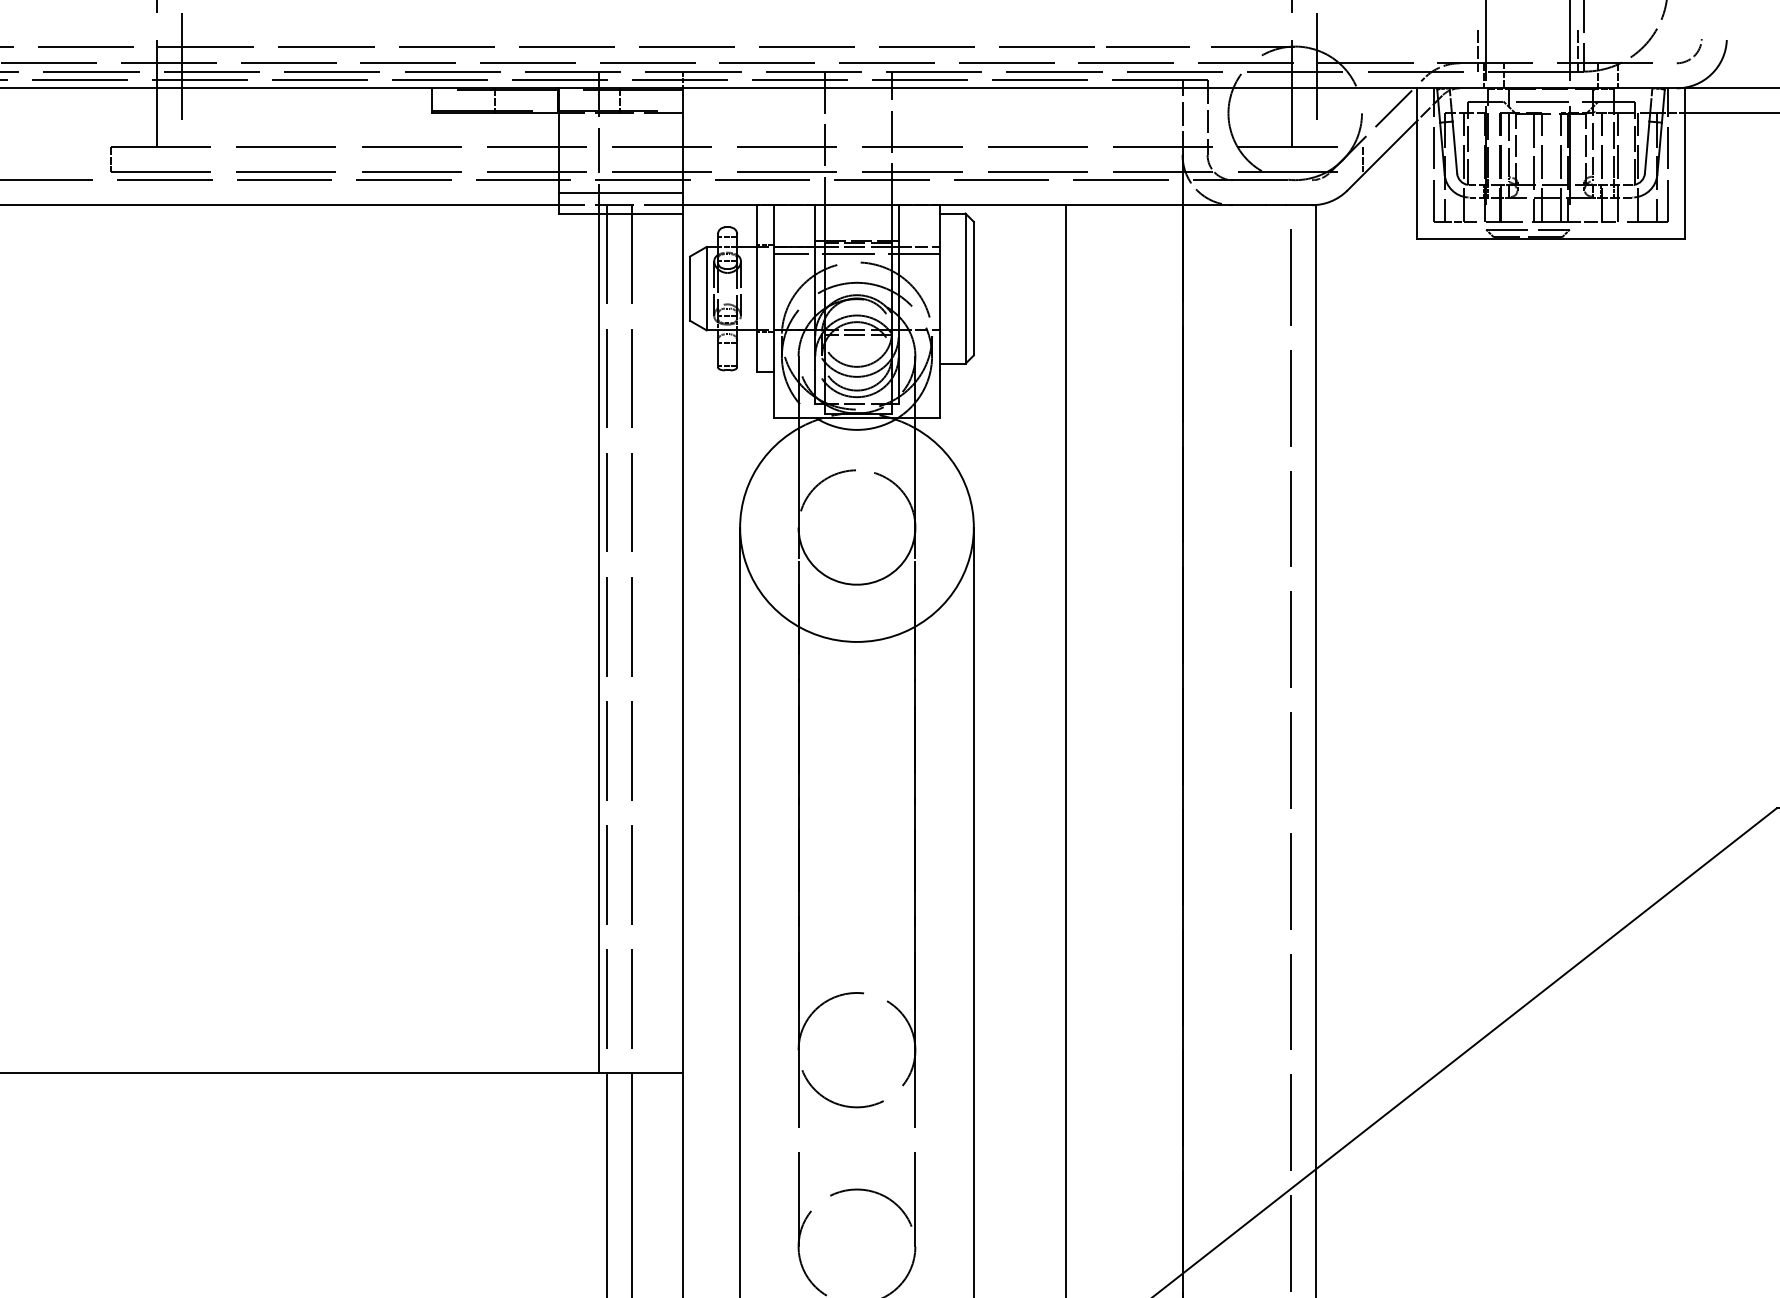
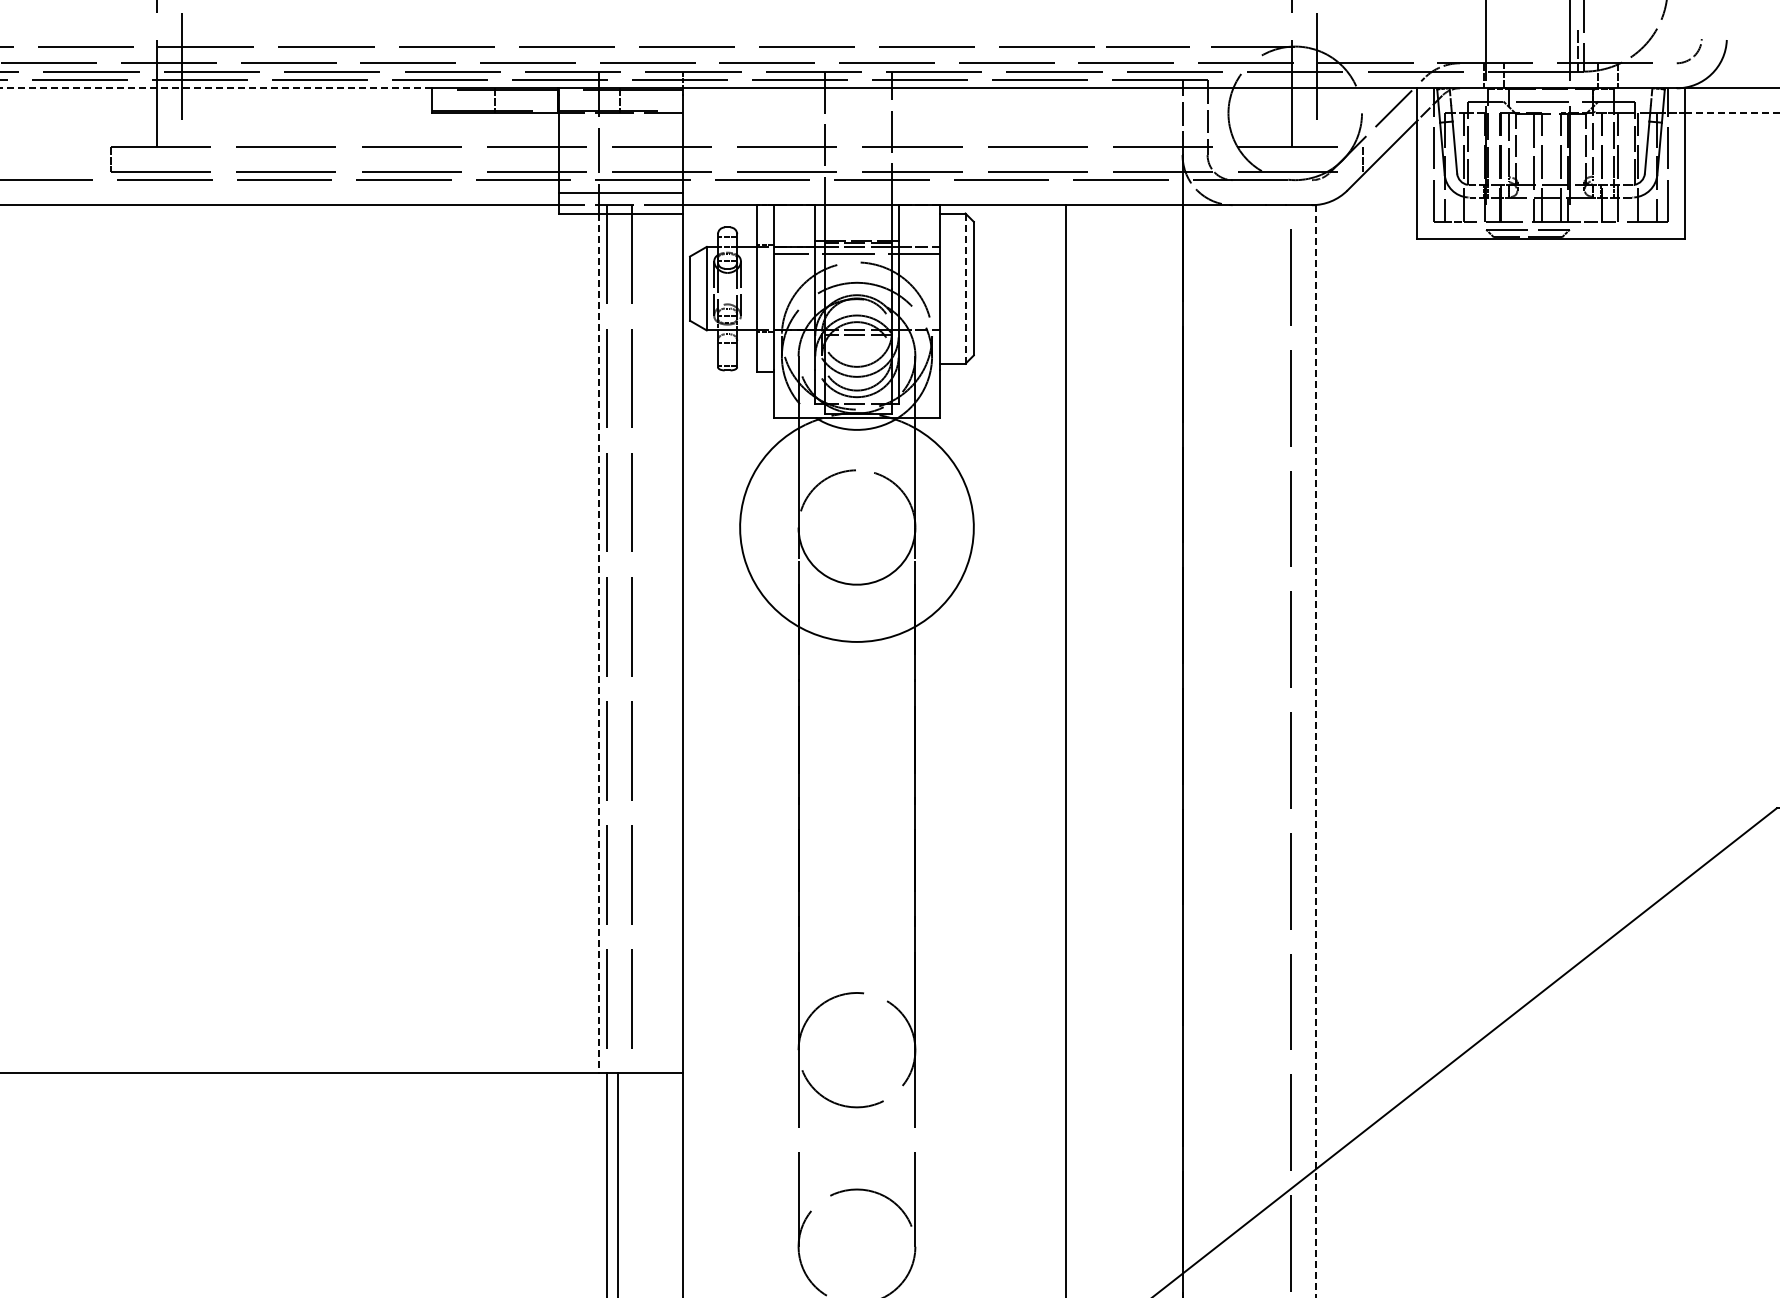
line at (1477, 50): present -> none
line at (215, 88): solid -> dashed
line at (1732, 113): solid -> dashed
line at (965, 288): solid -> dashed
line at (599, 644): solid -> dashed
line at (1316, 751): solid -> dashed
line at (740, 910): present -> none
line at (973, 910): present -> none
line at (631, 1183) position: (631, 1183) -> (617, 1183)
